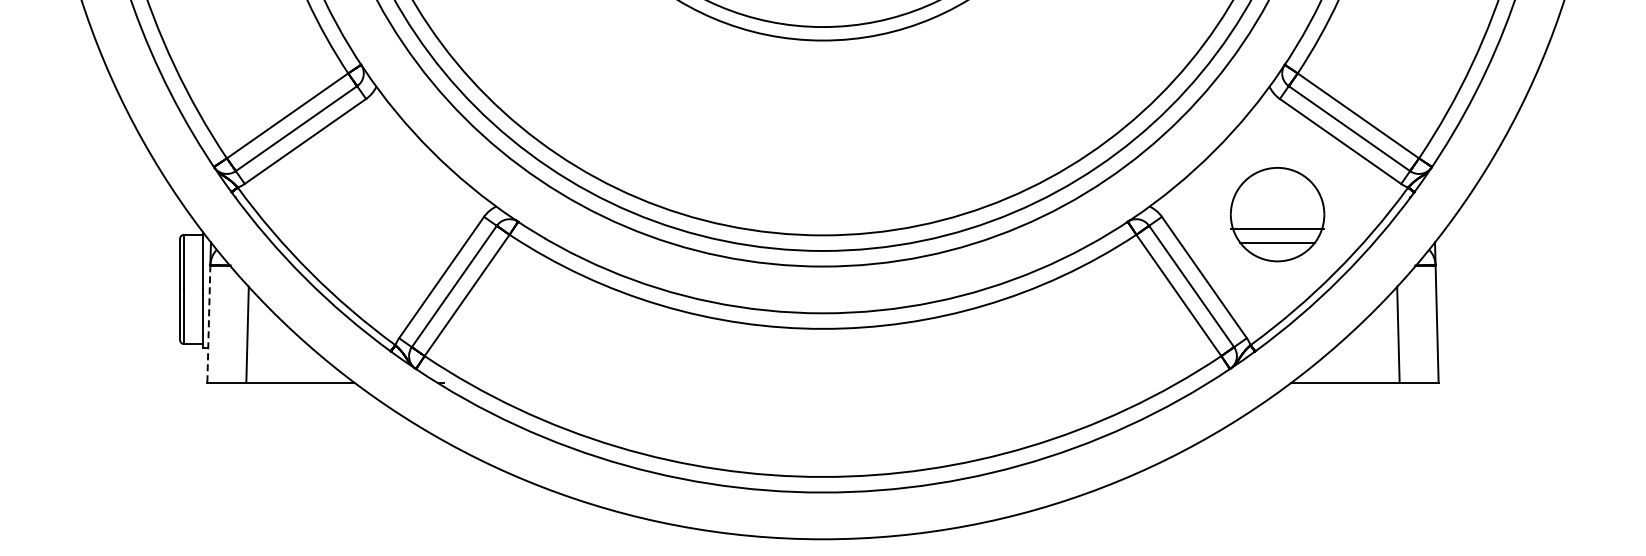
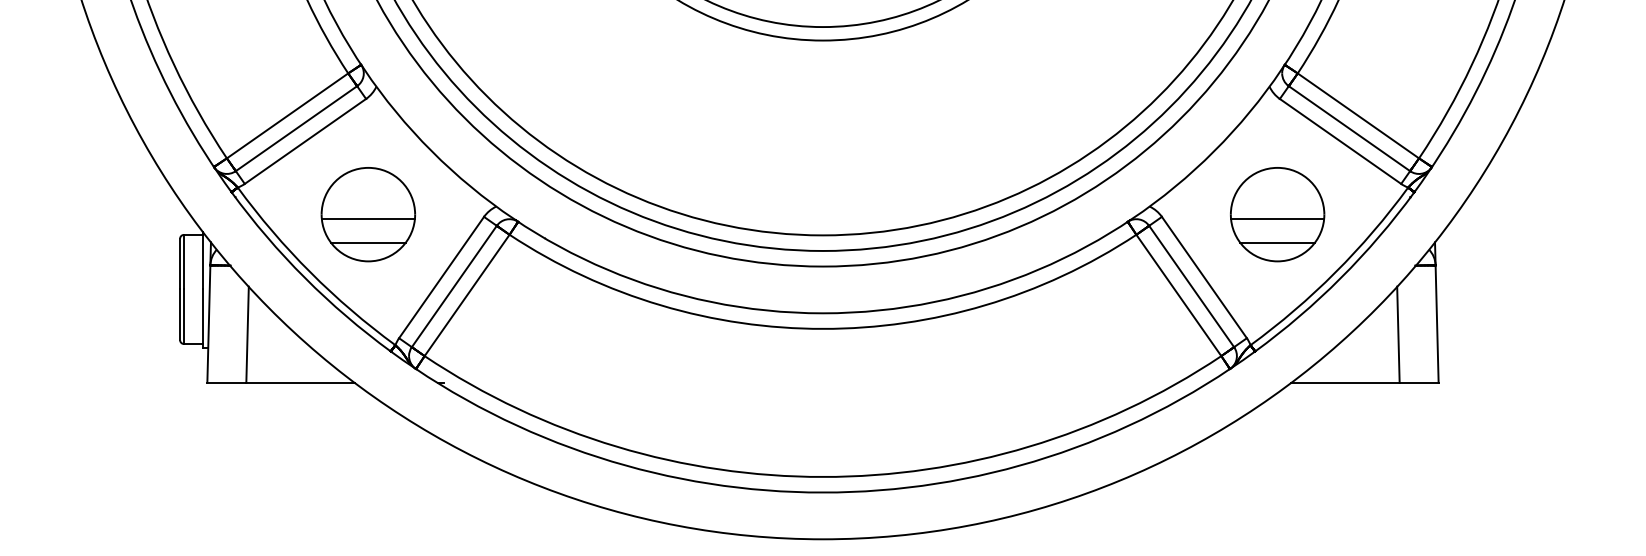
part at (367, 214): none -> present
line at (1277, 229) position: (1277, 229) -> (1277, 219)
line at (208, 324): dashed -> solid
